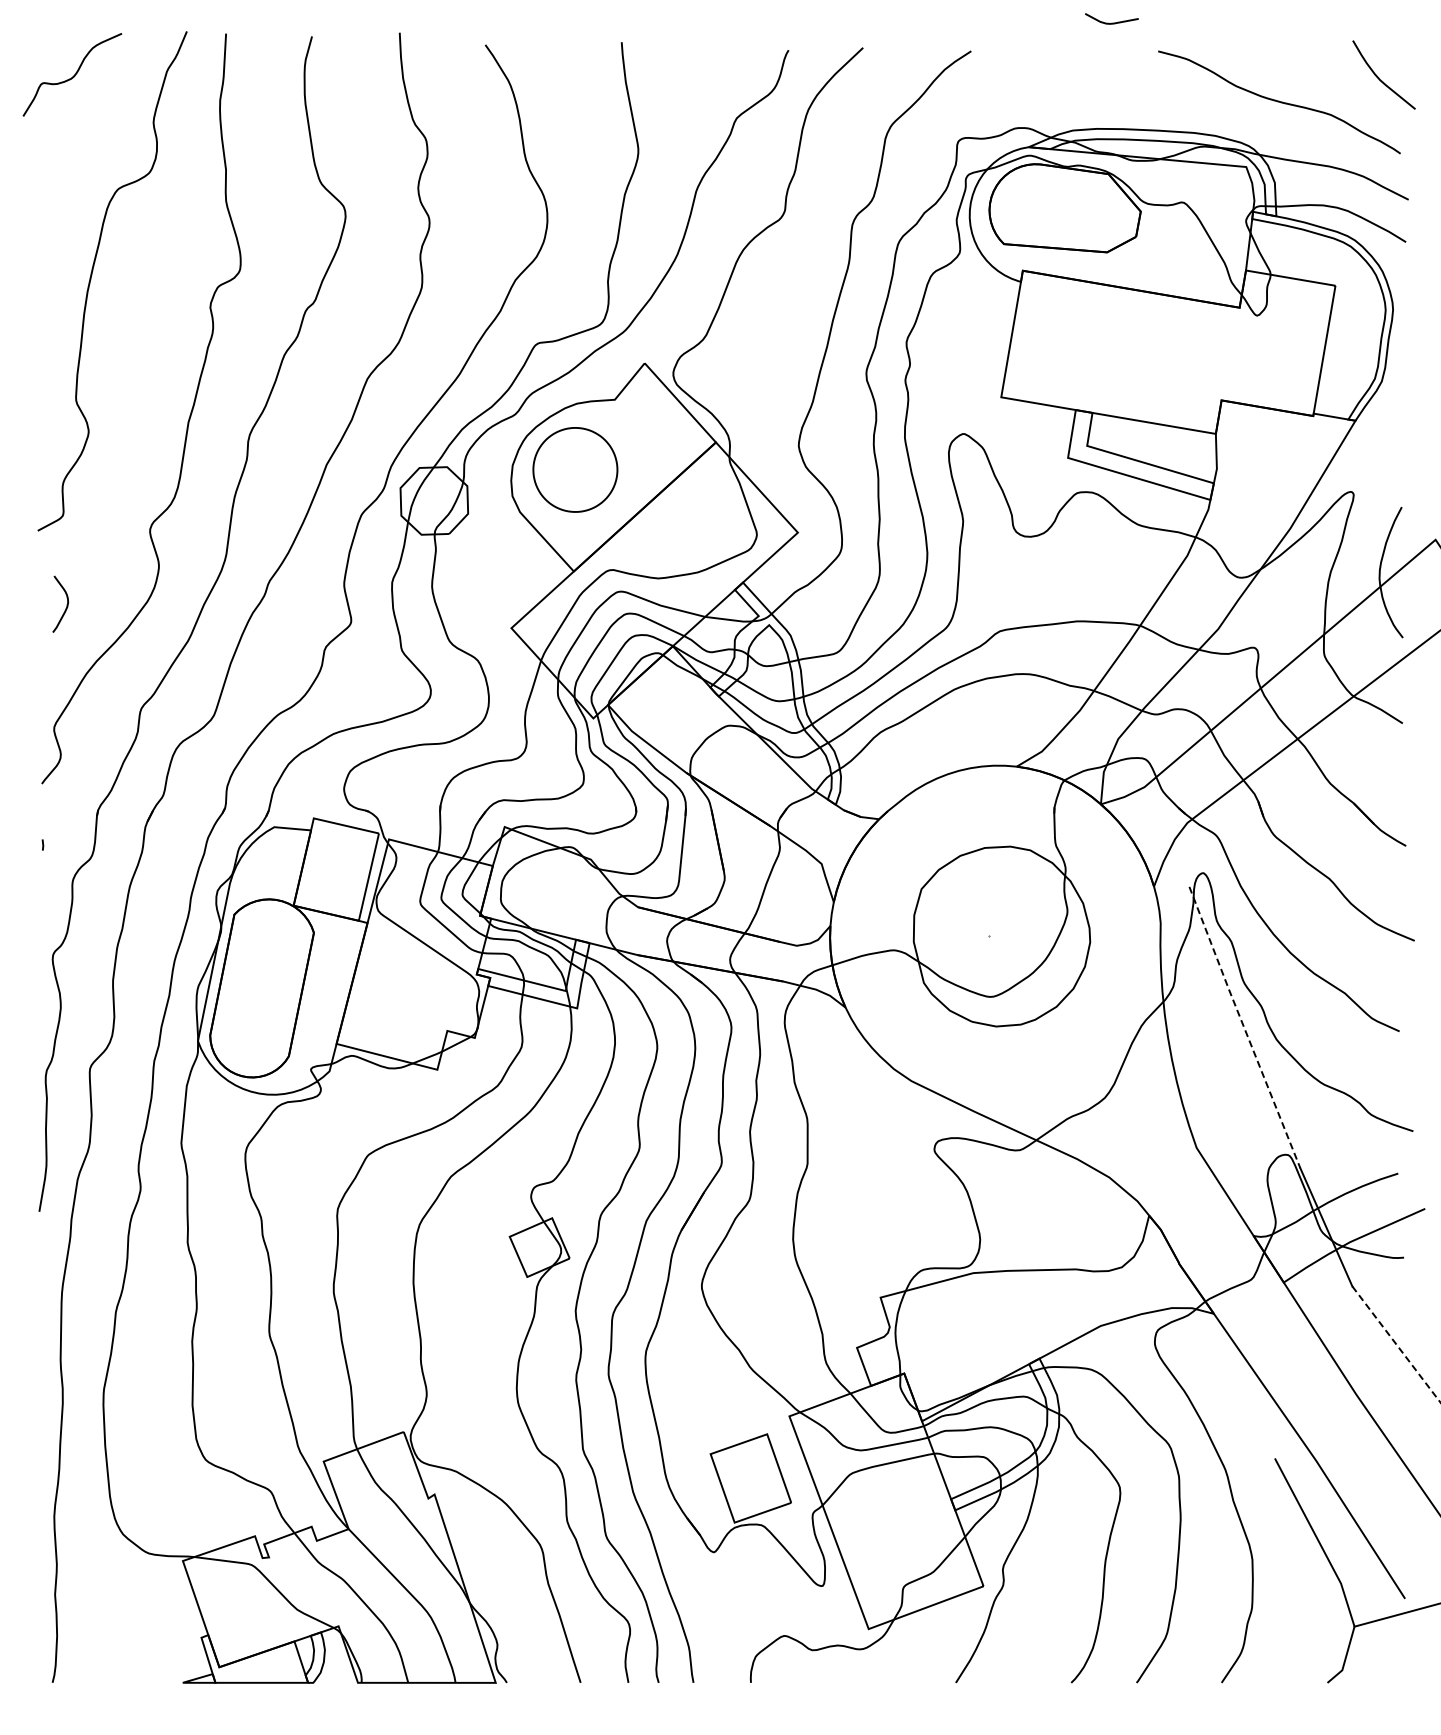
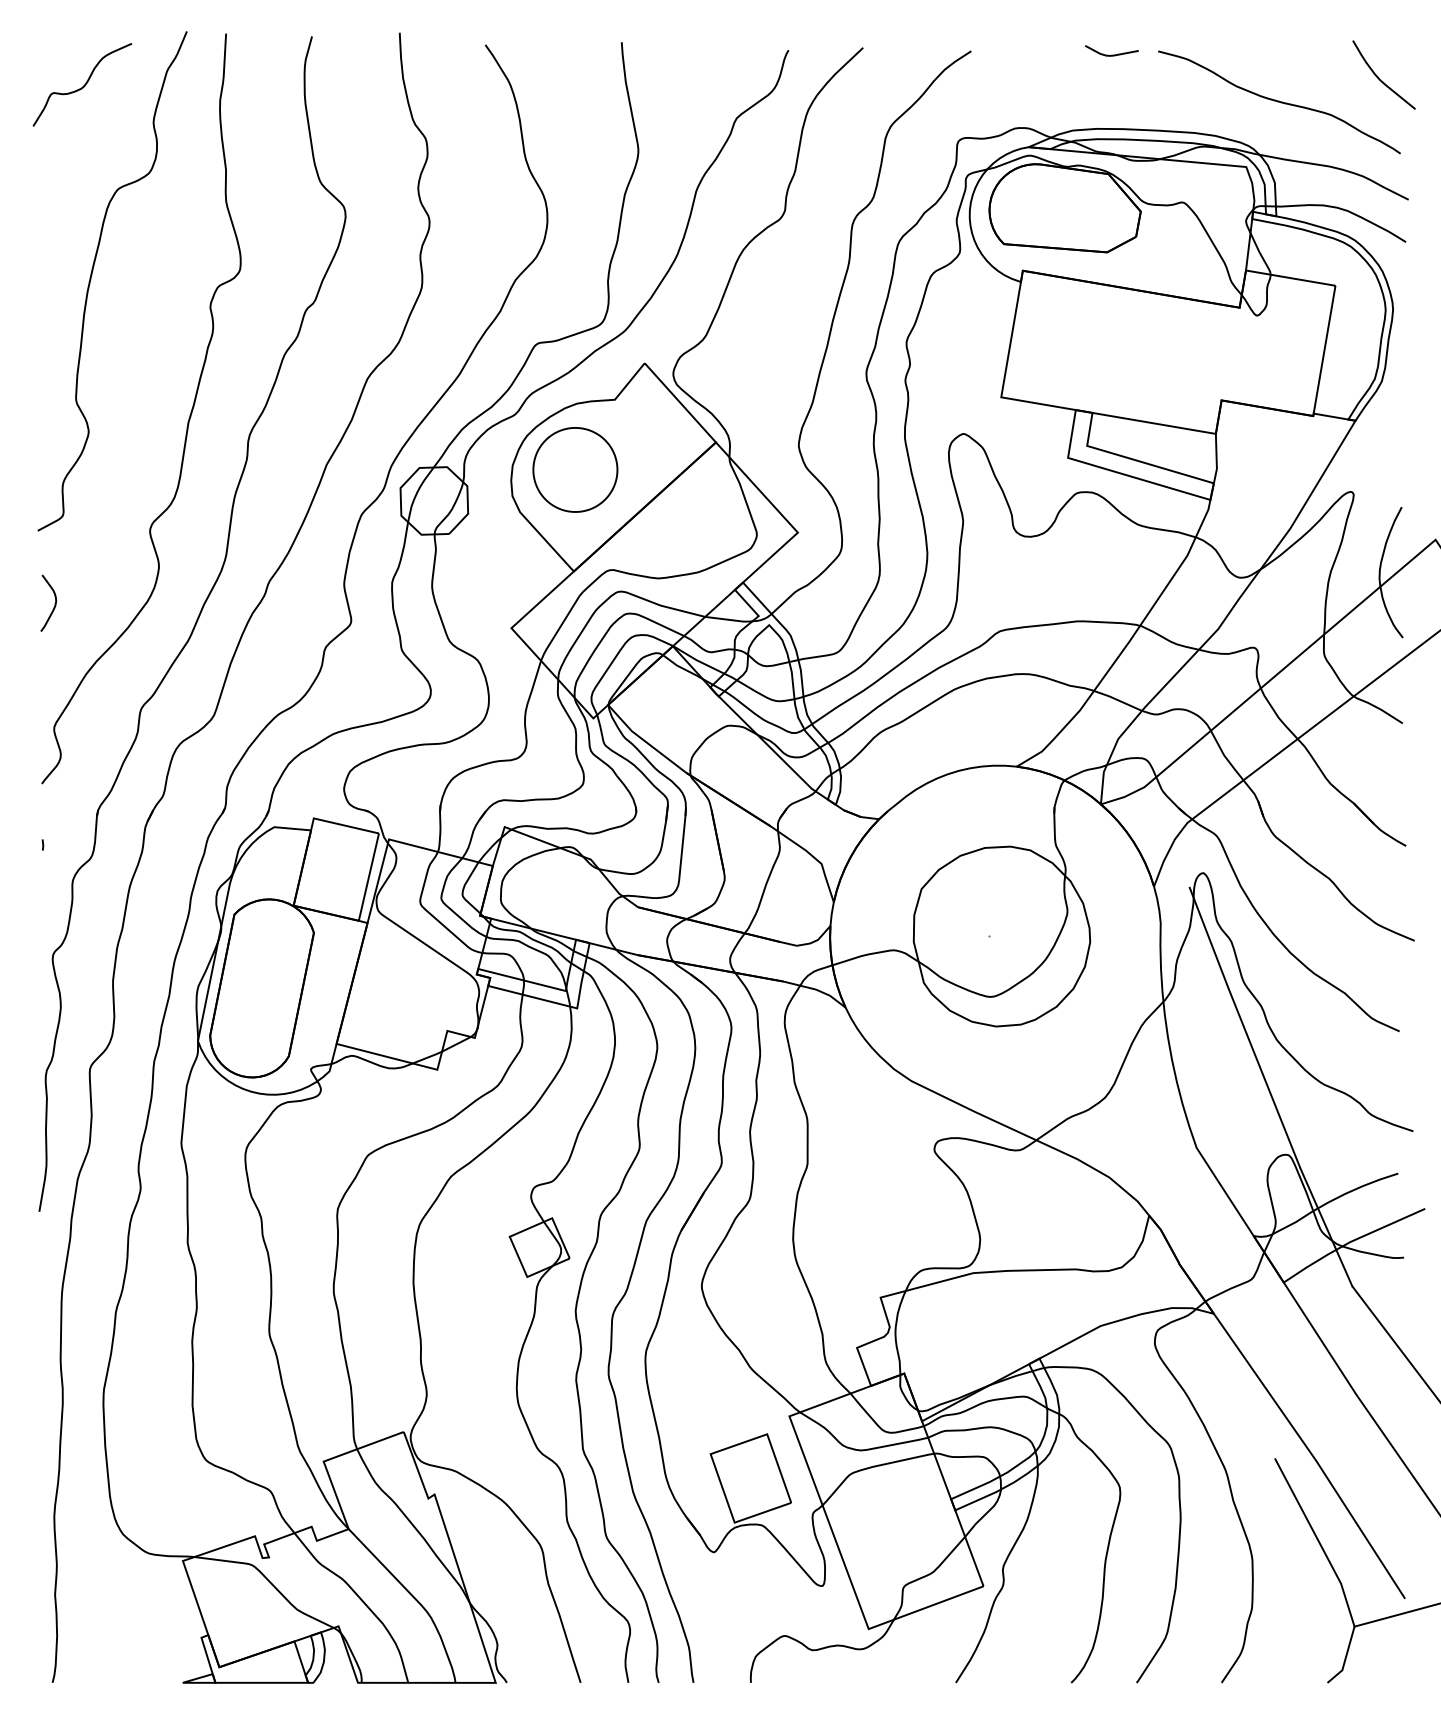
curve at (1111, 22) position: (1111, 22) -> (1111, 54)
curve at (73, 75) position: (73, 75) -> (83, 85)
curve at (66, 604) position: (66, 604) -> (54, 603)
line at (1244, 1027): dashed -> solid
line at (1396, 1345): dashed -> solid
